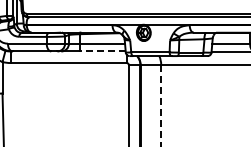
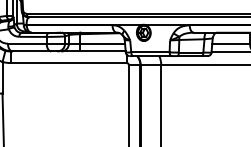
line at (103, 51): dashed -> solid
line at (161, 105): dashed -> solid
